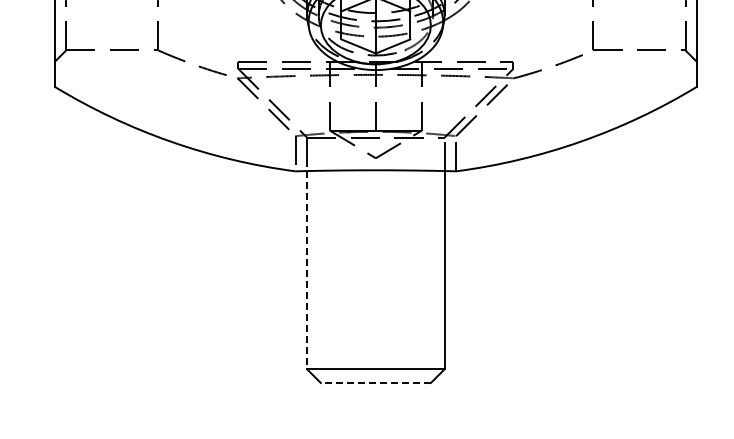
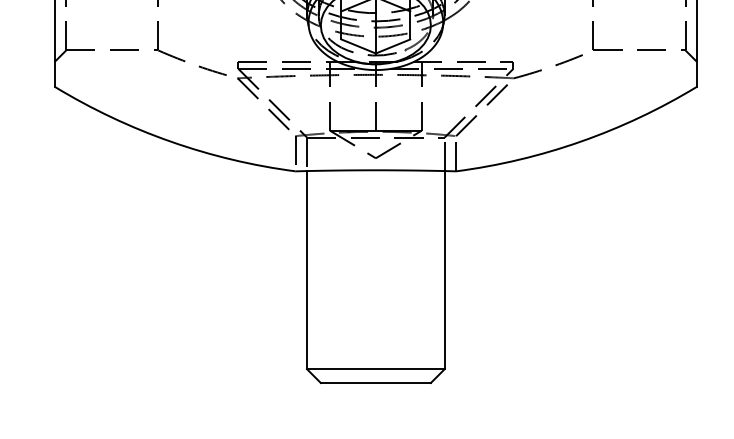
line at (307, 270): dashed -> solid
line at (375, 382): dashed -> solid
